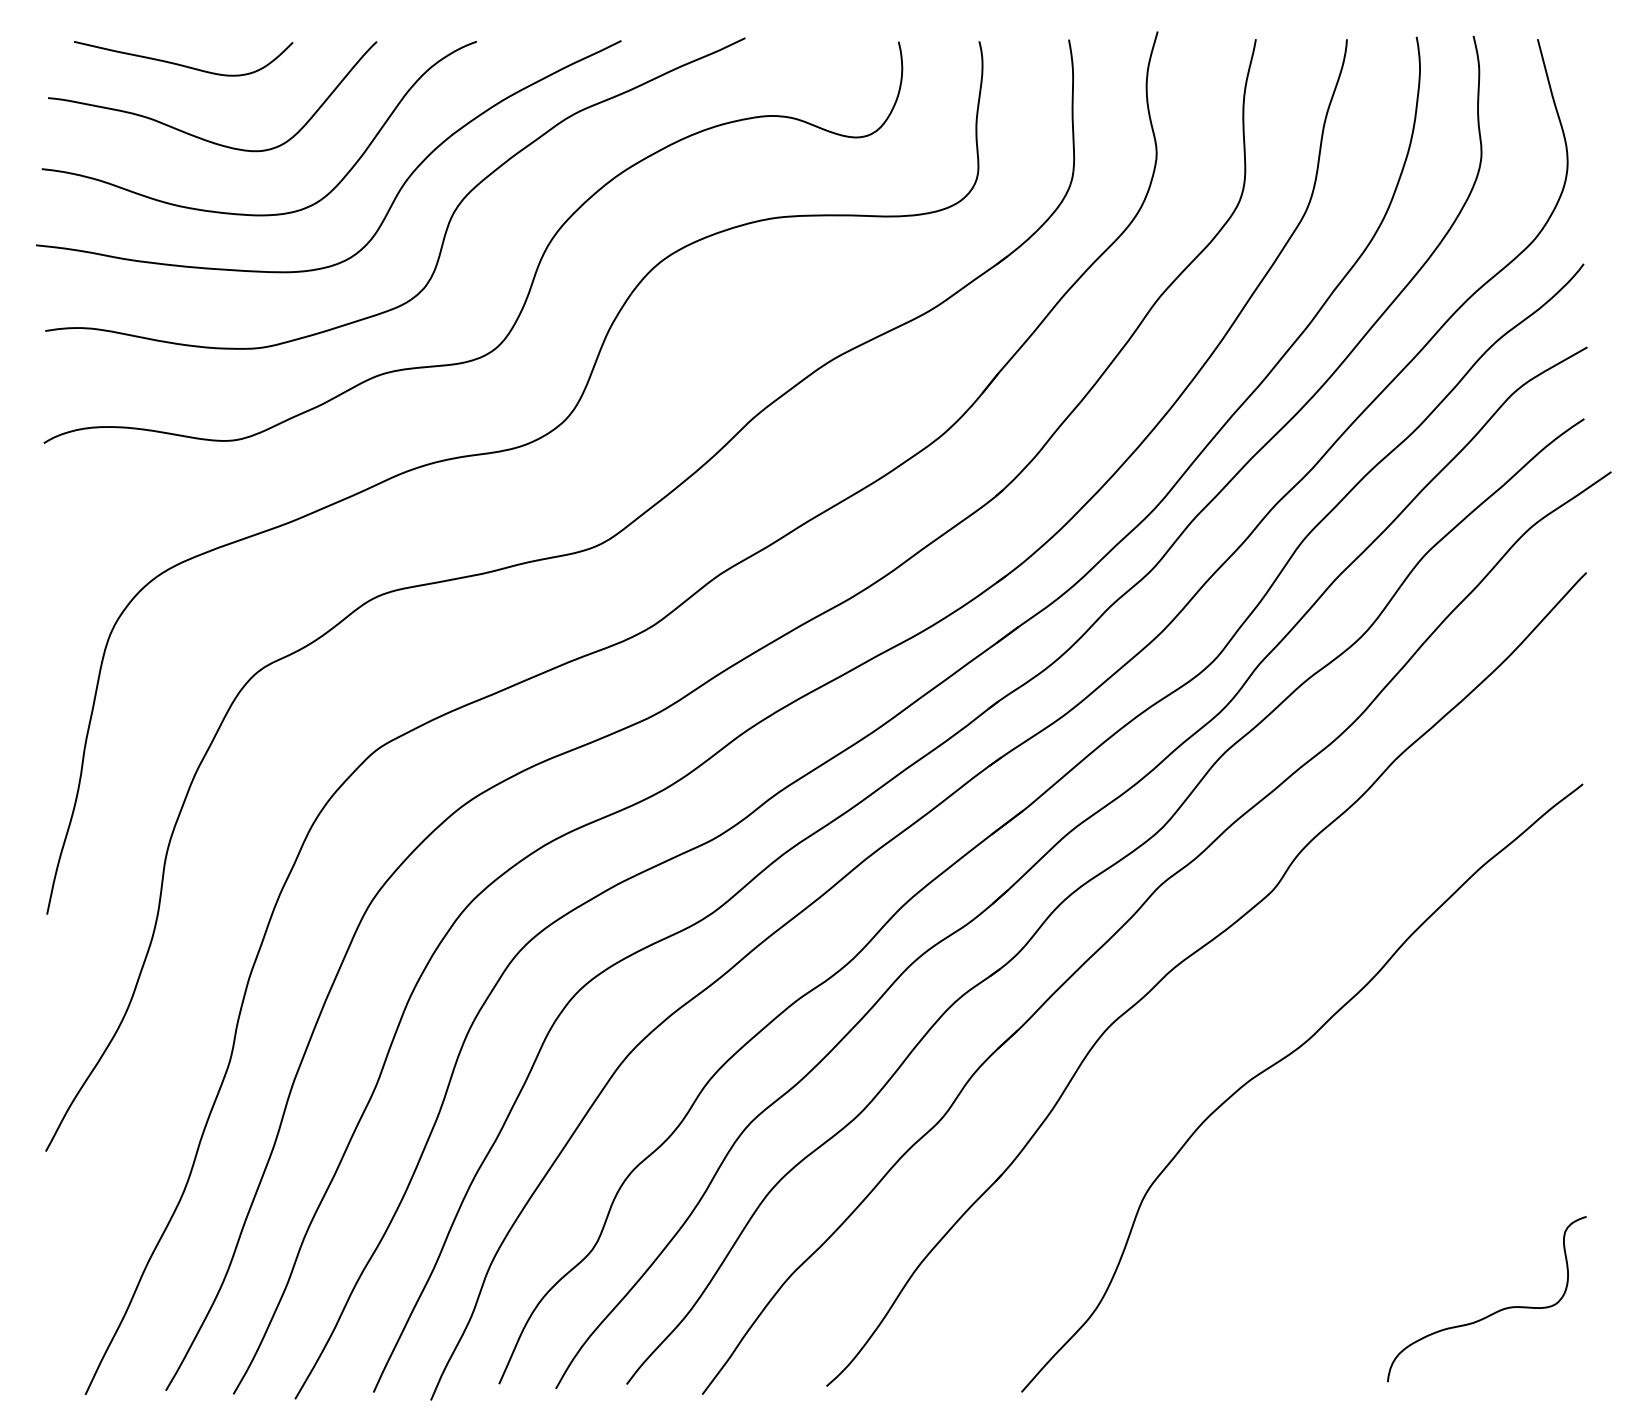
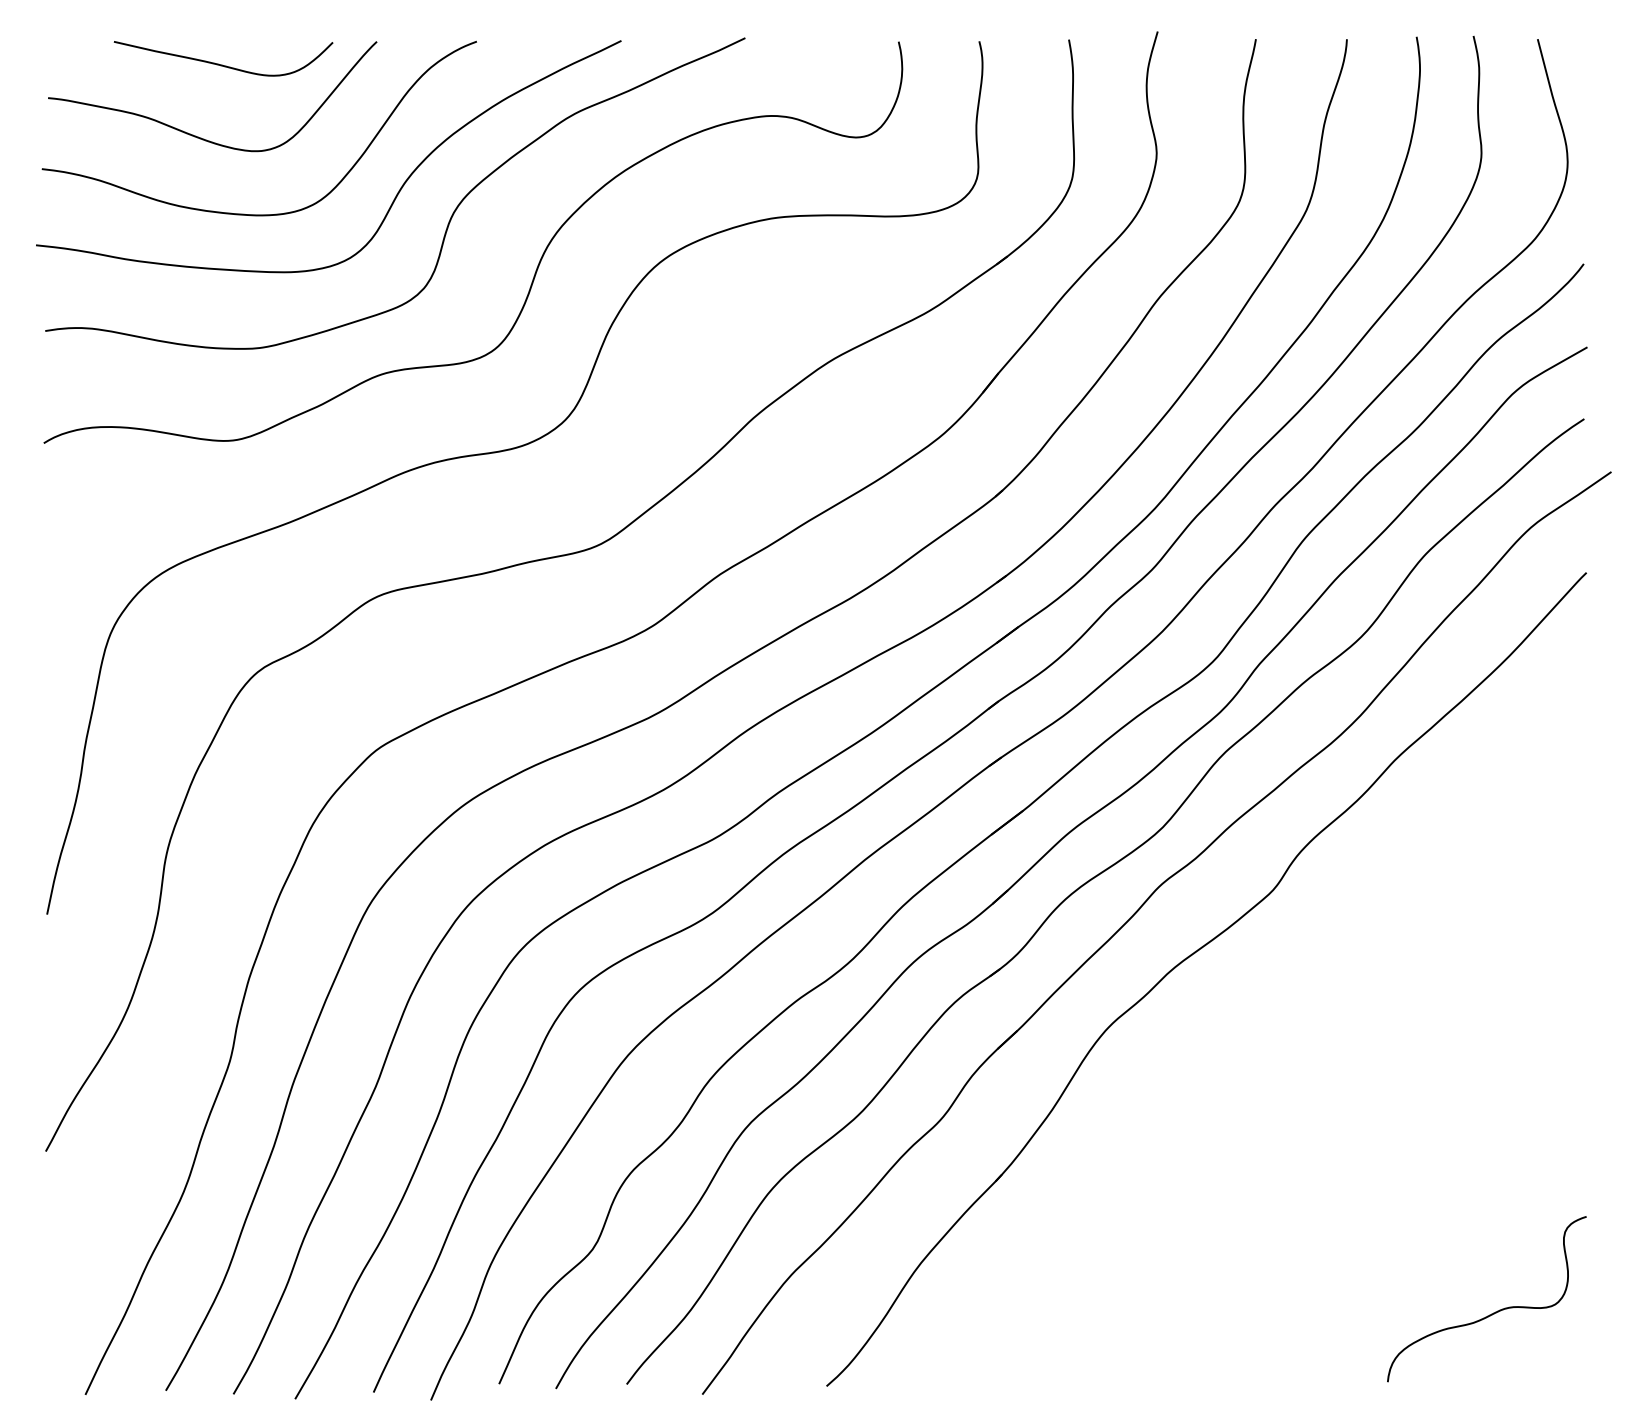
curve at (182, 64) position: (182, 64) -> (222, 64)
curve at (1282, 1060): present -> none
